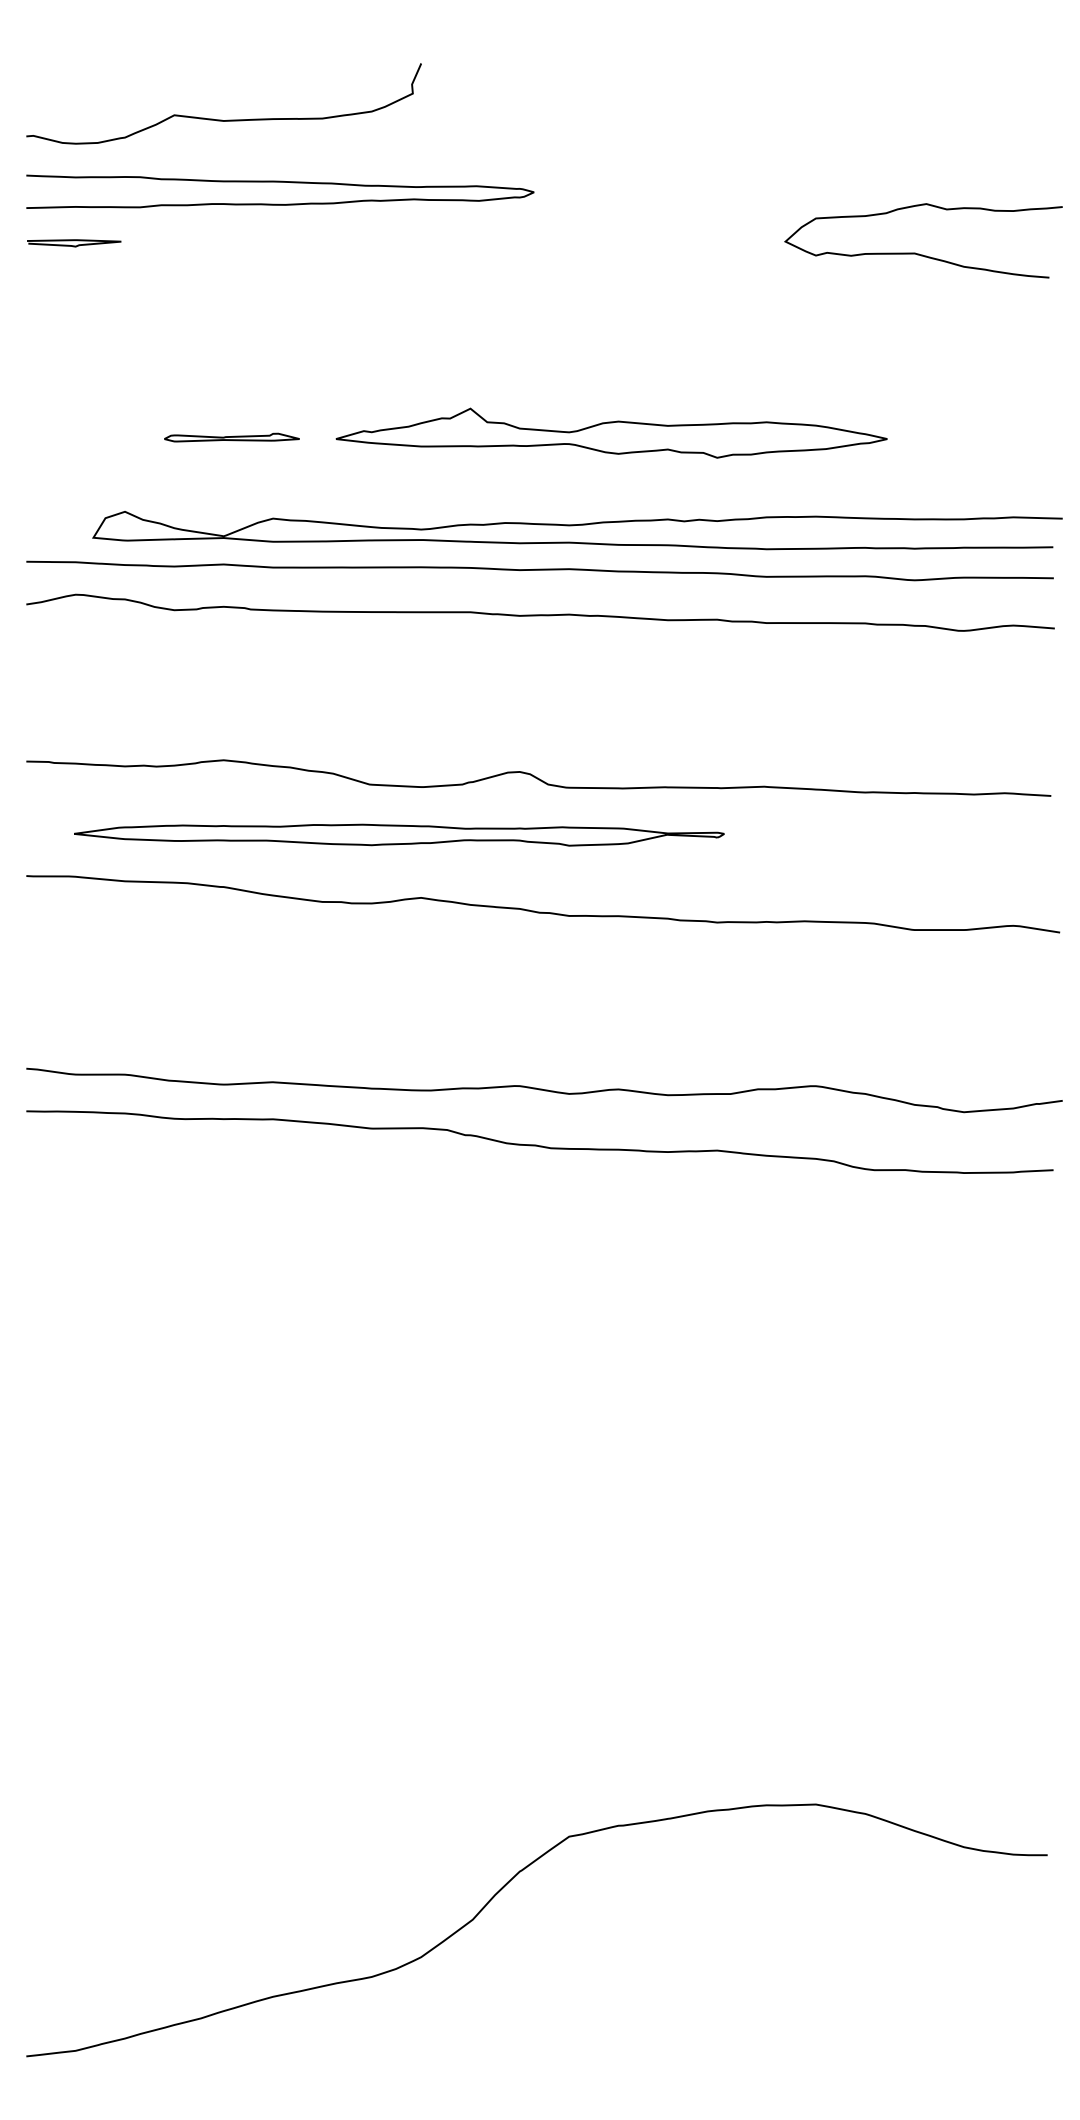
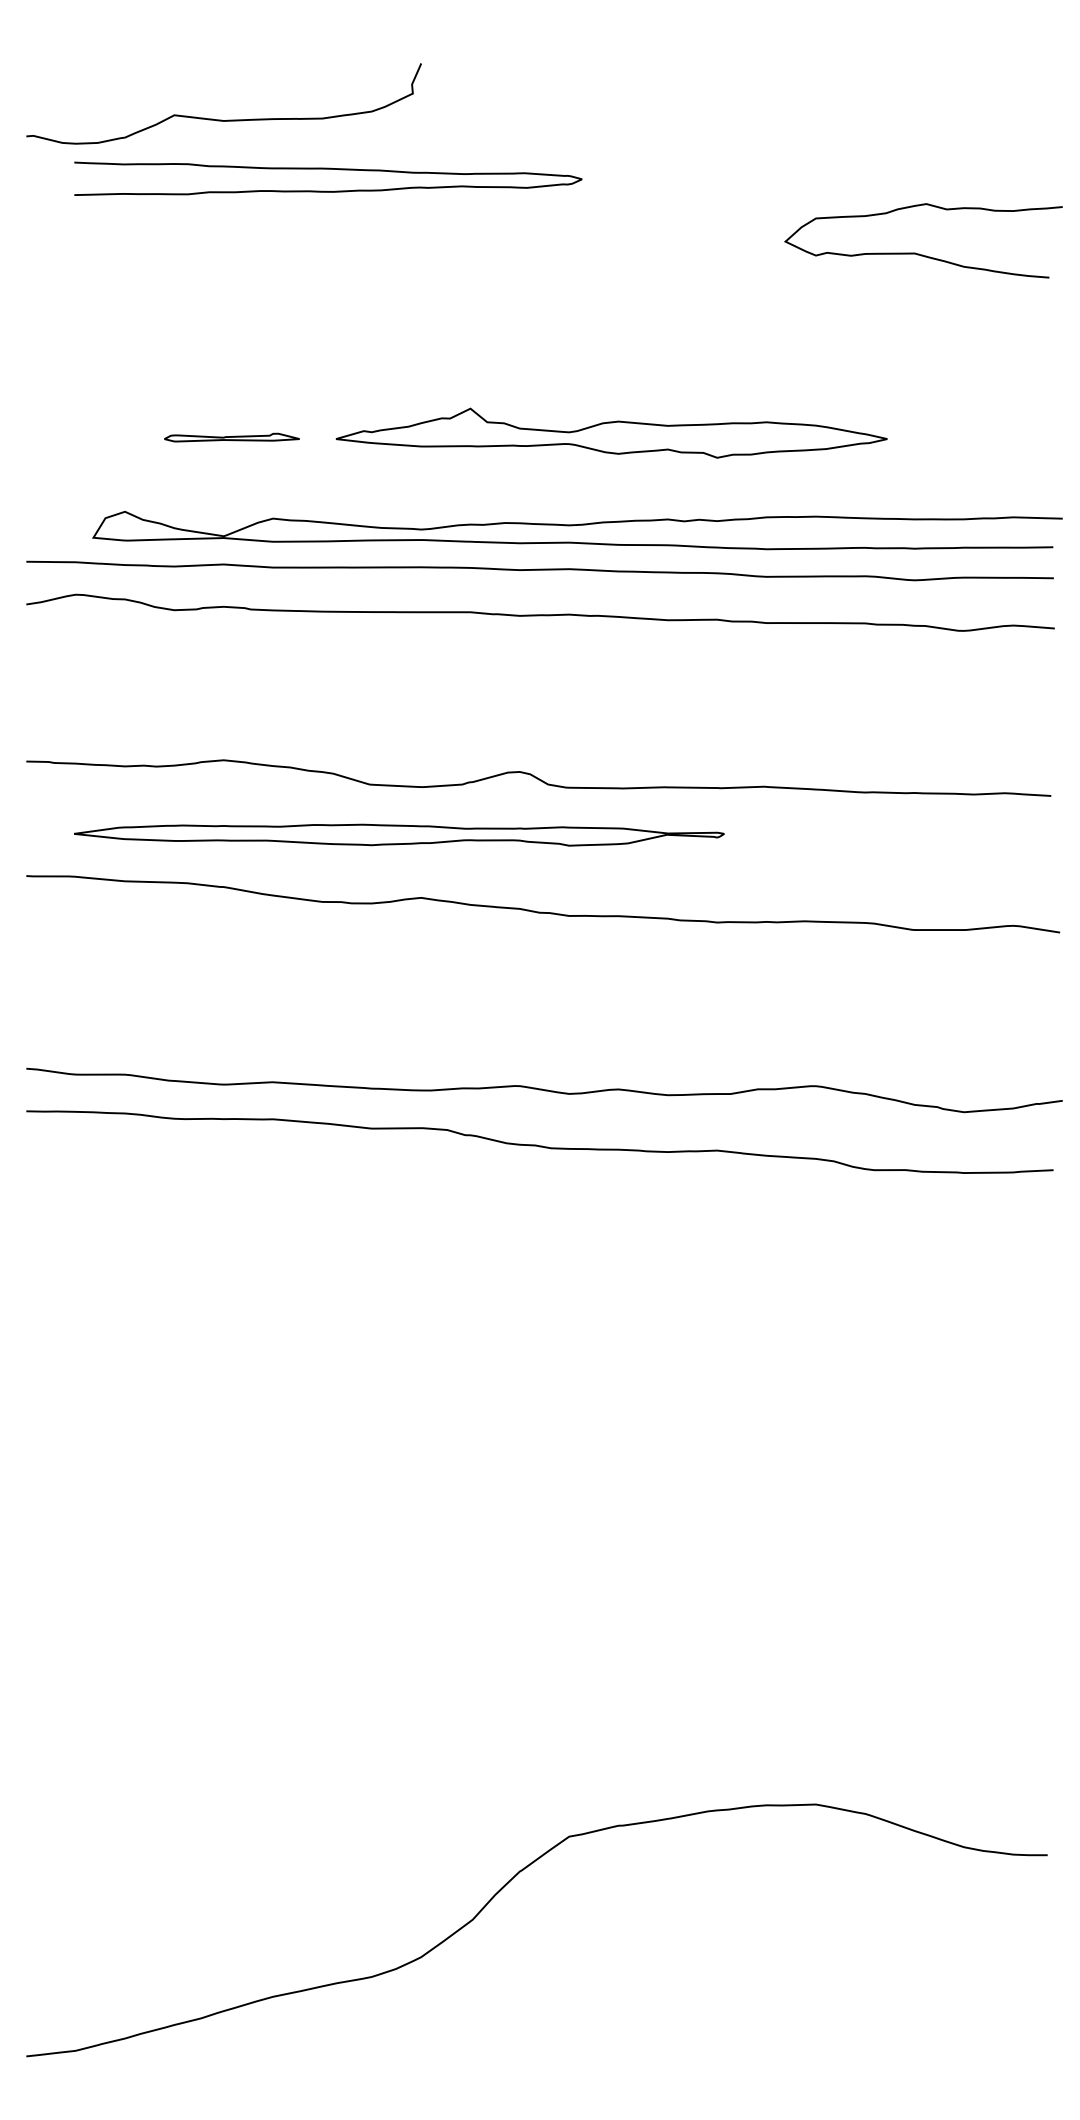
curve at (280, 182) position: (280, 182) -> (328, 169)
curve at (74, 241): present -> none
